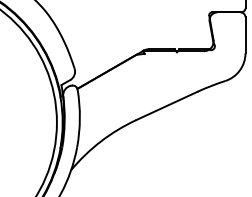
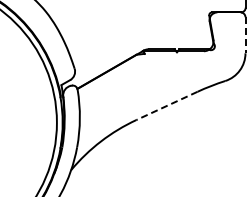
line at (245, 35): solid -> dashed
line at (167, 105): solid -> dashed
